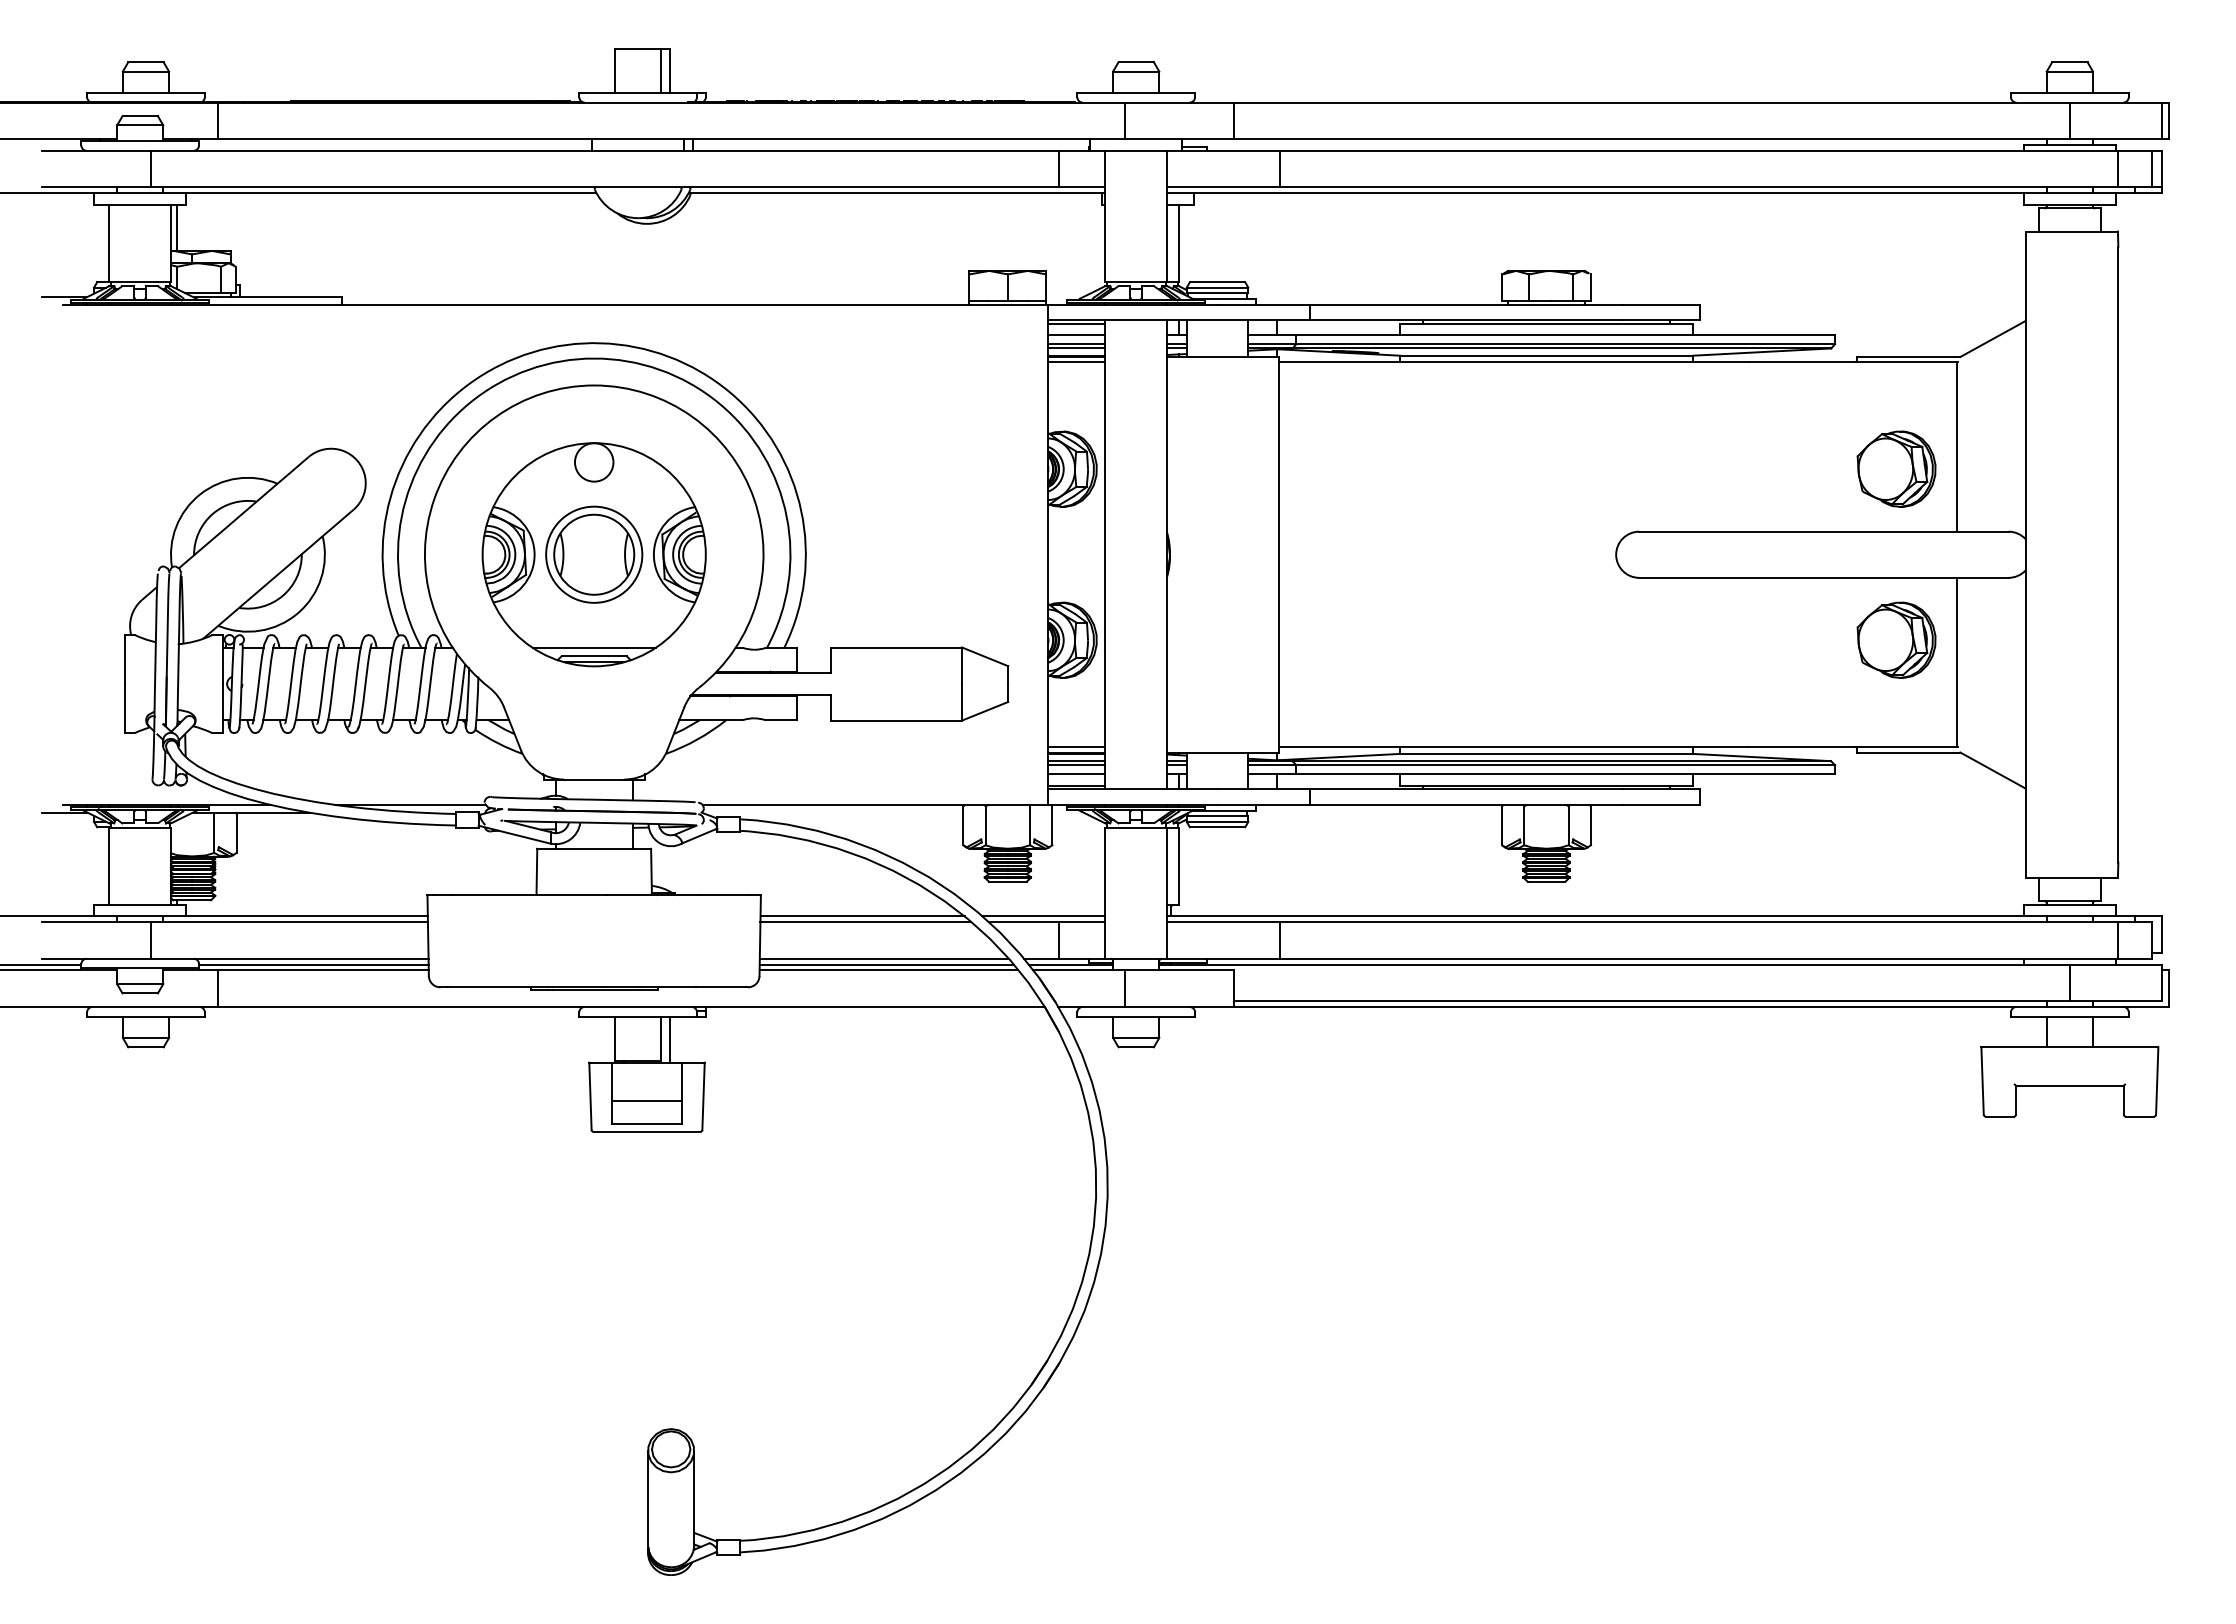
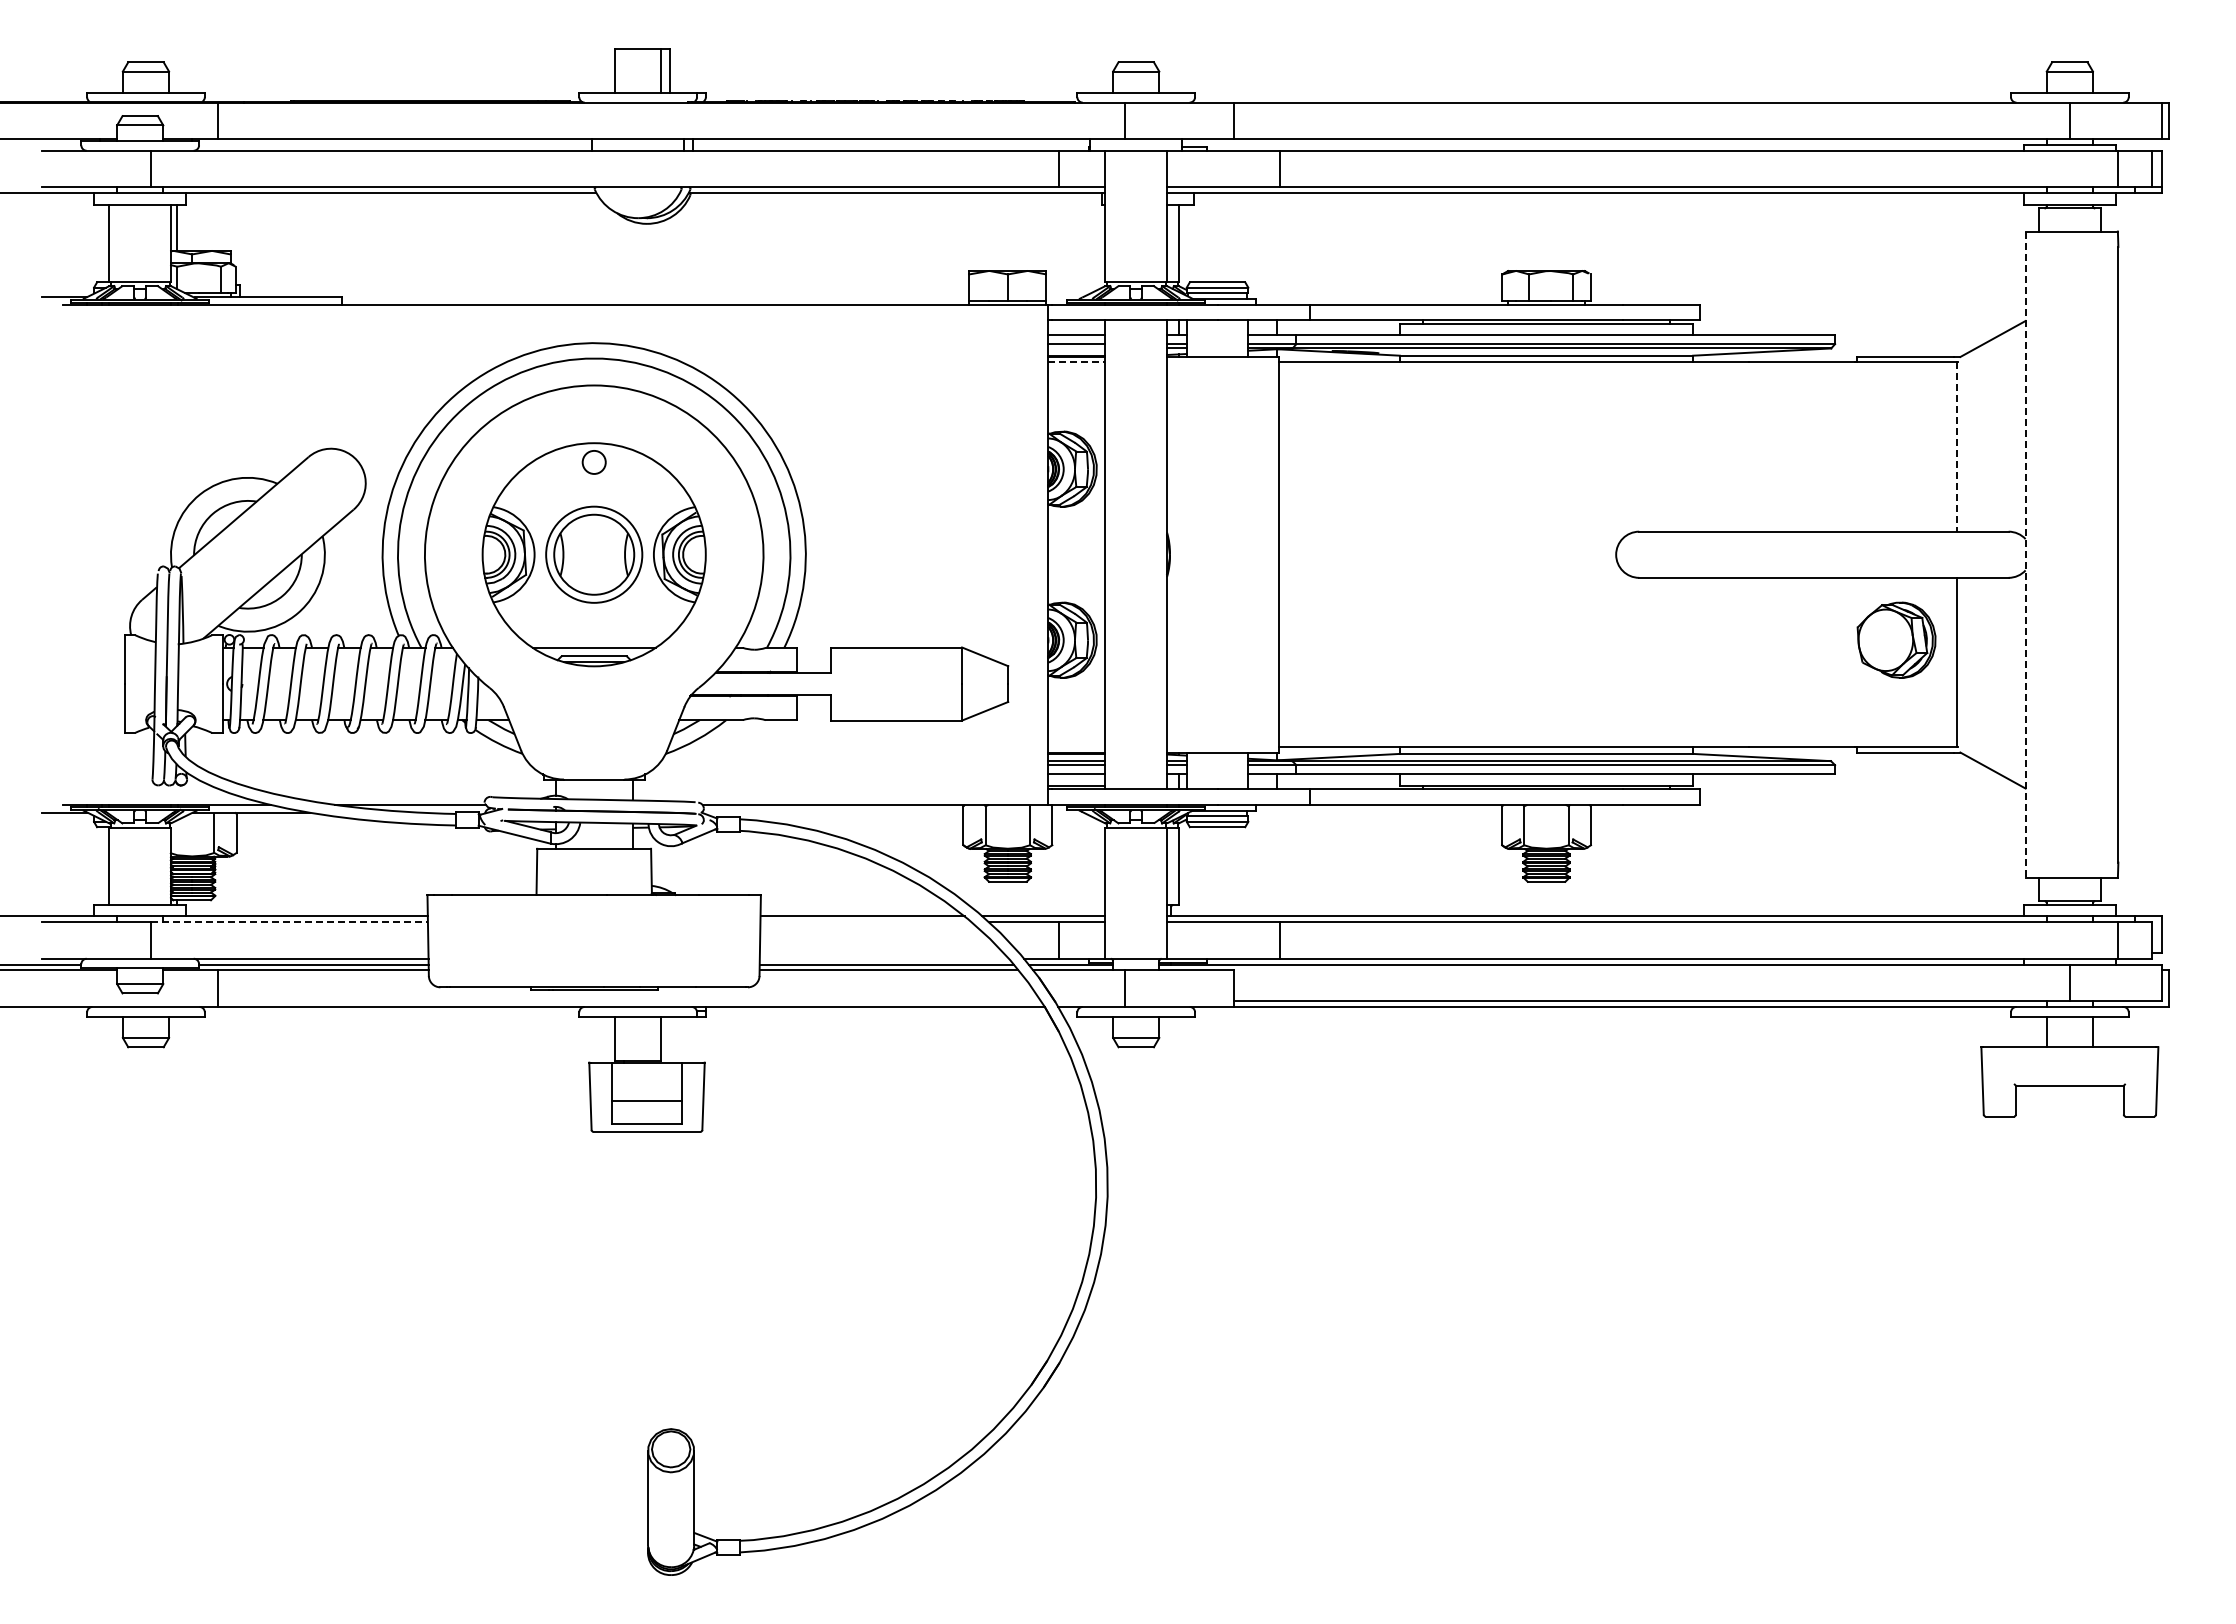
line at (1076, 323): present -> none
line at (1076, 348): present -> none
line at (1076, 362): solid -> dashed
line at (1956, 447): solid -> dashed
circle at (594, 462) diameter: 38 px -> 23 px
part at (1896, 468): present -> none
line at (2025, 555): solid -> dashed
line at (1076, 747): present -> none
line at (289, 922): solid -> dashed
line at (865, 922): present -> none
line at (883, 958): present -> none
line at (670, 1039): present -> none
